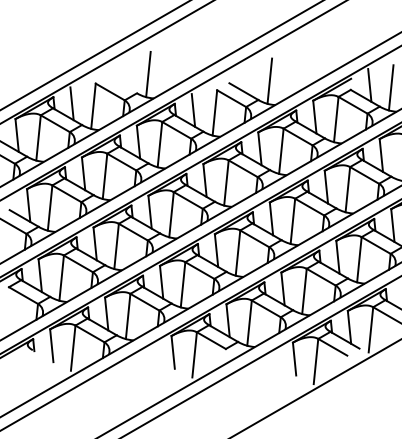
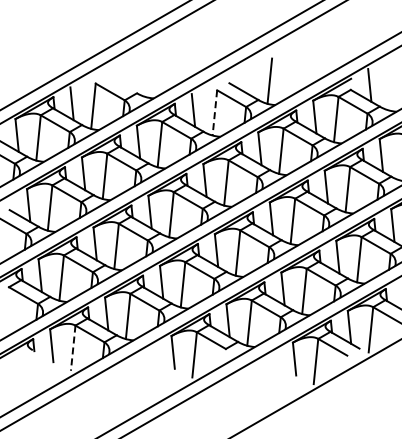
line at (148, 74): present -> none
line at (390, 87): present -> none
line at (214, 112): solid -> dashed
line at (73, 348): solid -> dashed
